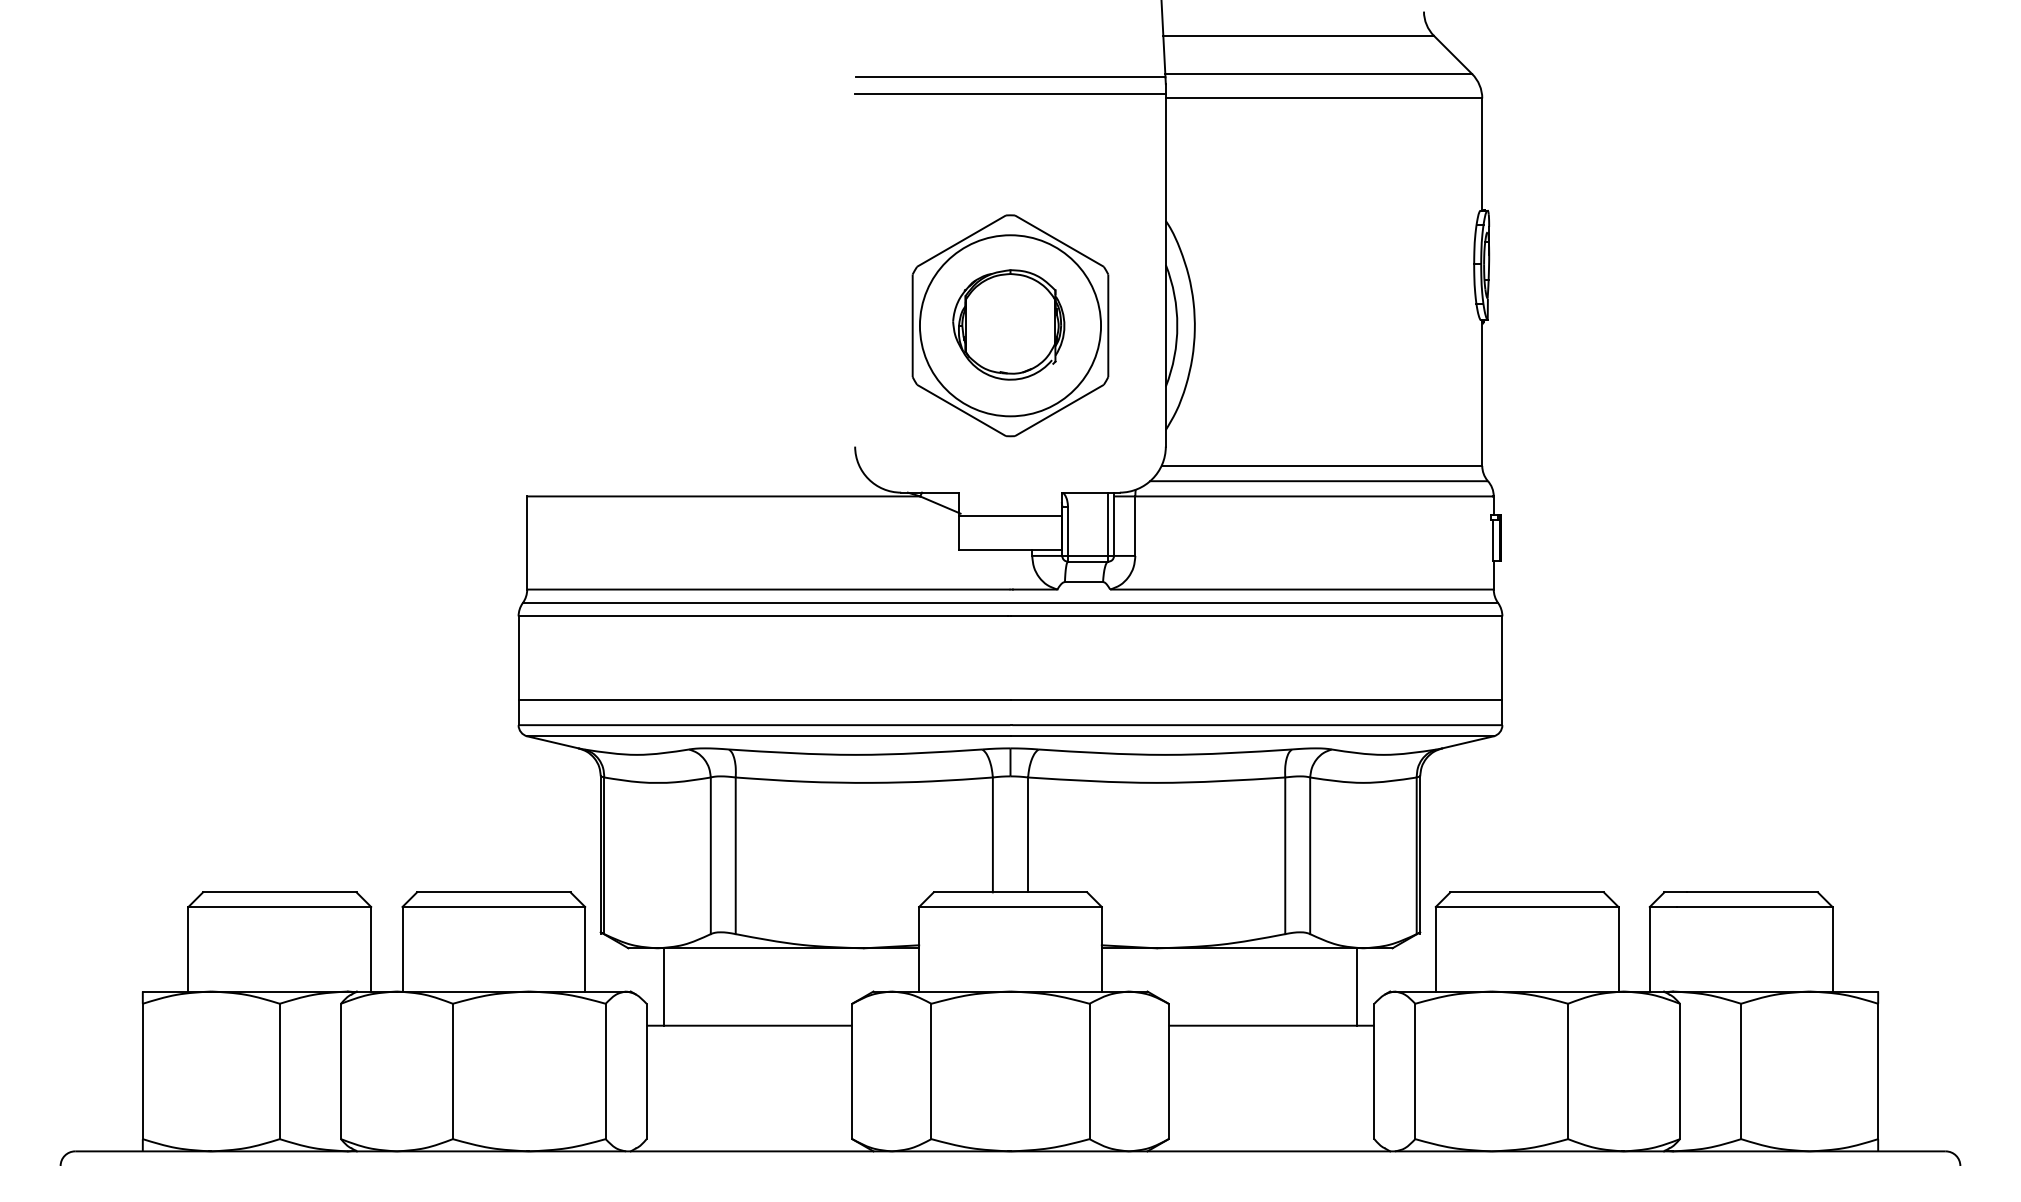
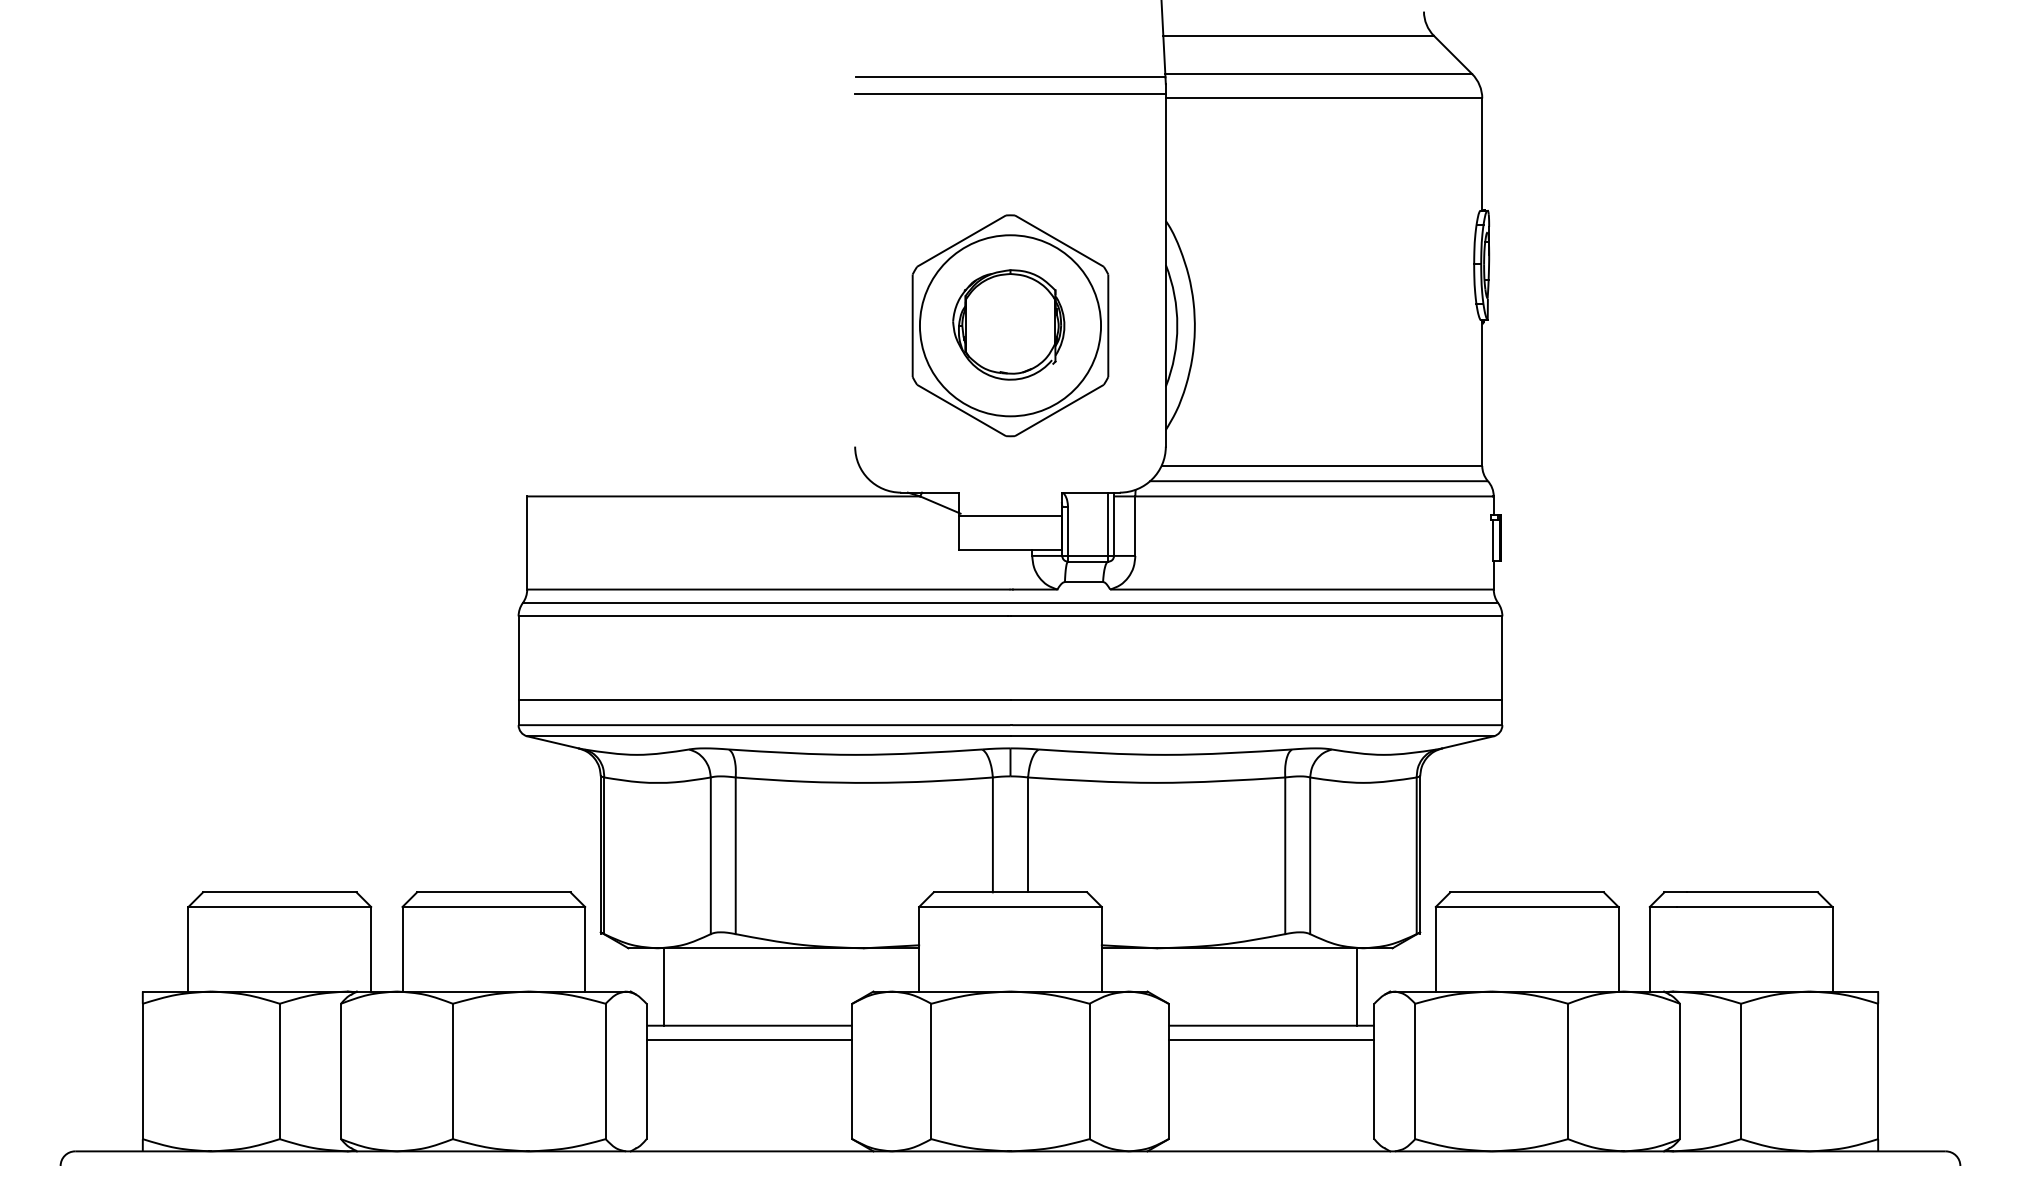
line at (749, 1040): none -> present
line at (1271, 1040): none -> present
